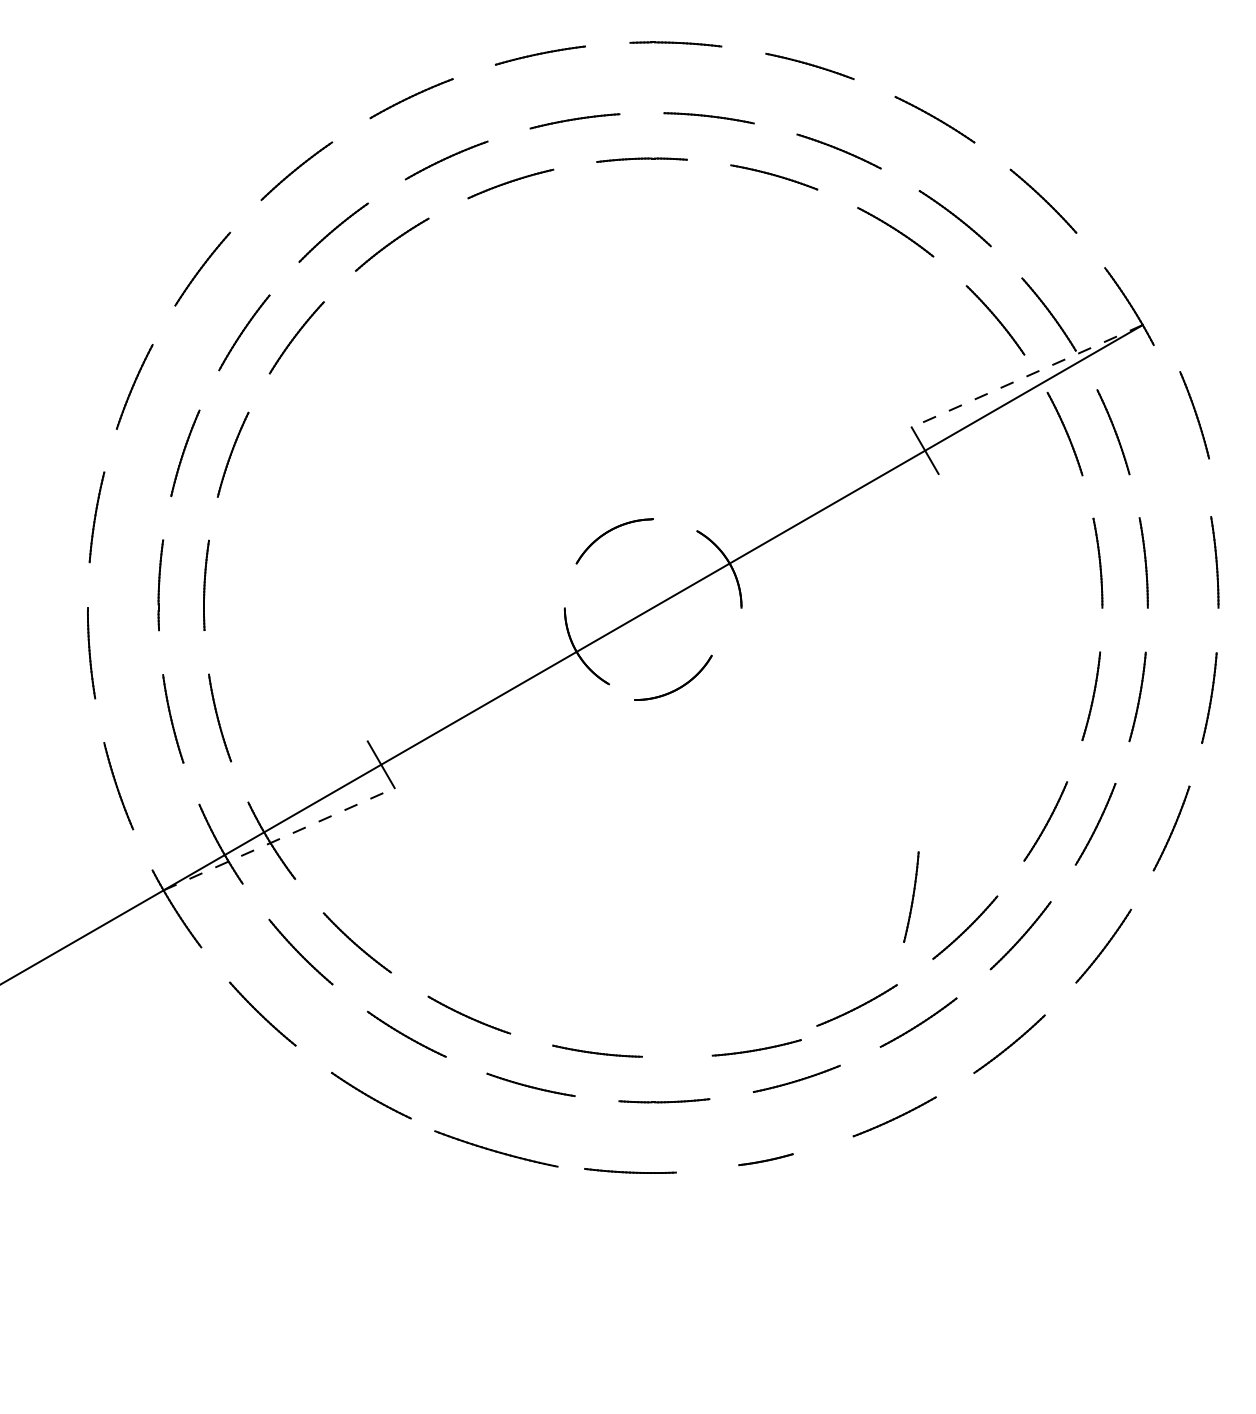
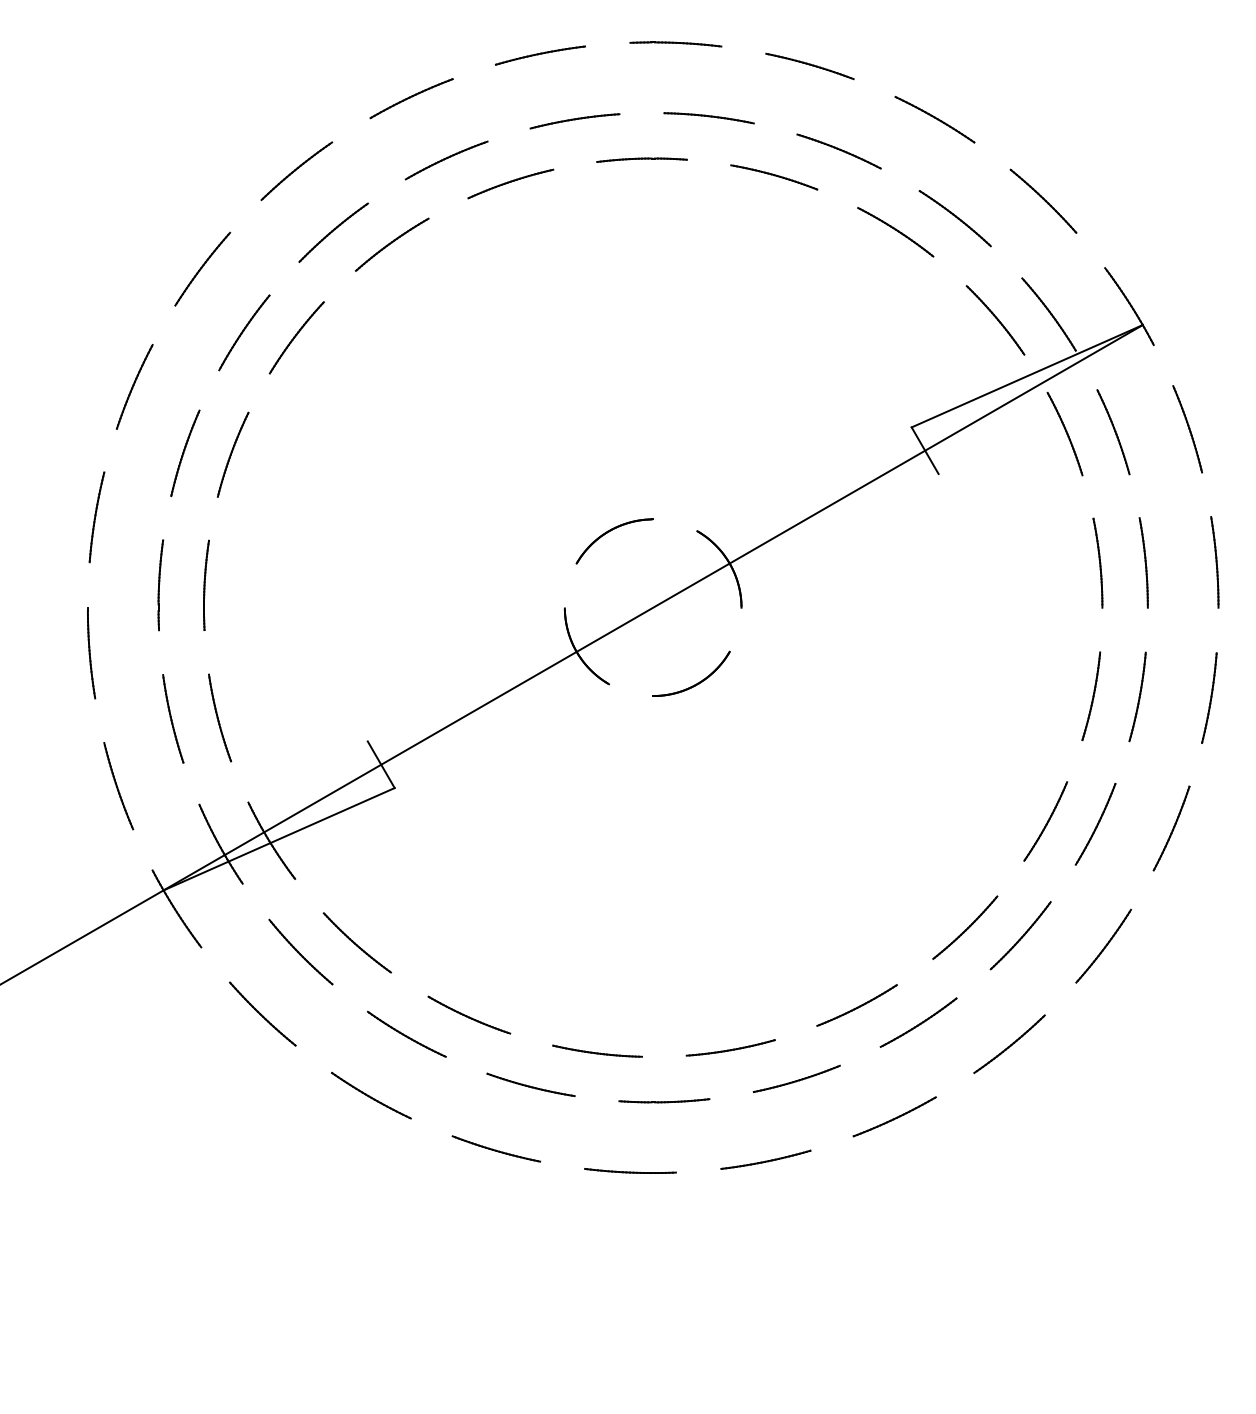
line at (1026, 376): dashed -> solid
part at (1194, 415) position: (1194, 415) -> (1187, 429)
part at (679, 686) position: (679, 686) -> (697, 682)
line at (279, 839): dashed -> solid
part at (911, 896): present -> none
part at (756, 1047) position: (756, 1047) -> (730, 1047)
part at (496, 1148) size: 125x38 px -> 91x28 px
part at (765, 1159) size: 56x14 px -> 92x21 px
